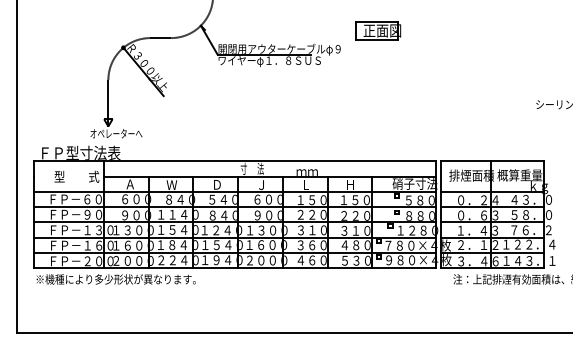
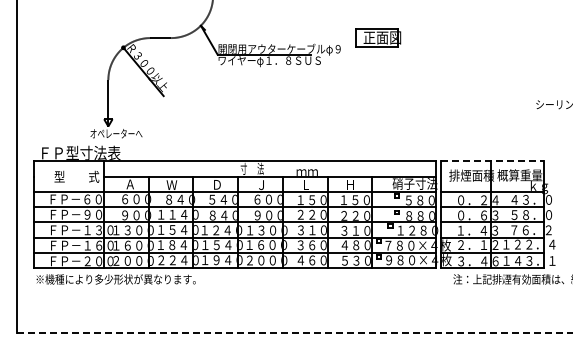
part at (378, 30) position: (378, 30) -> (378, 37)
line at (492, 161): solid -> dashed
line at (295, 332): solid -> dashed
